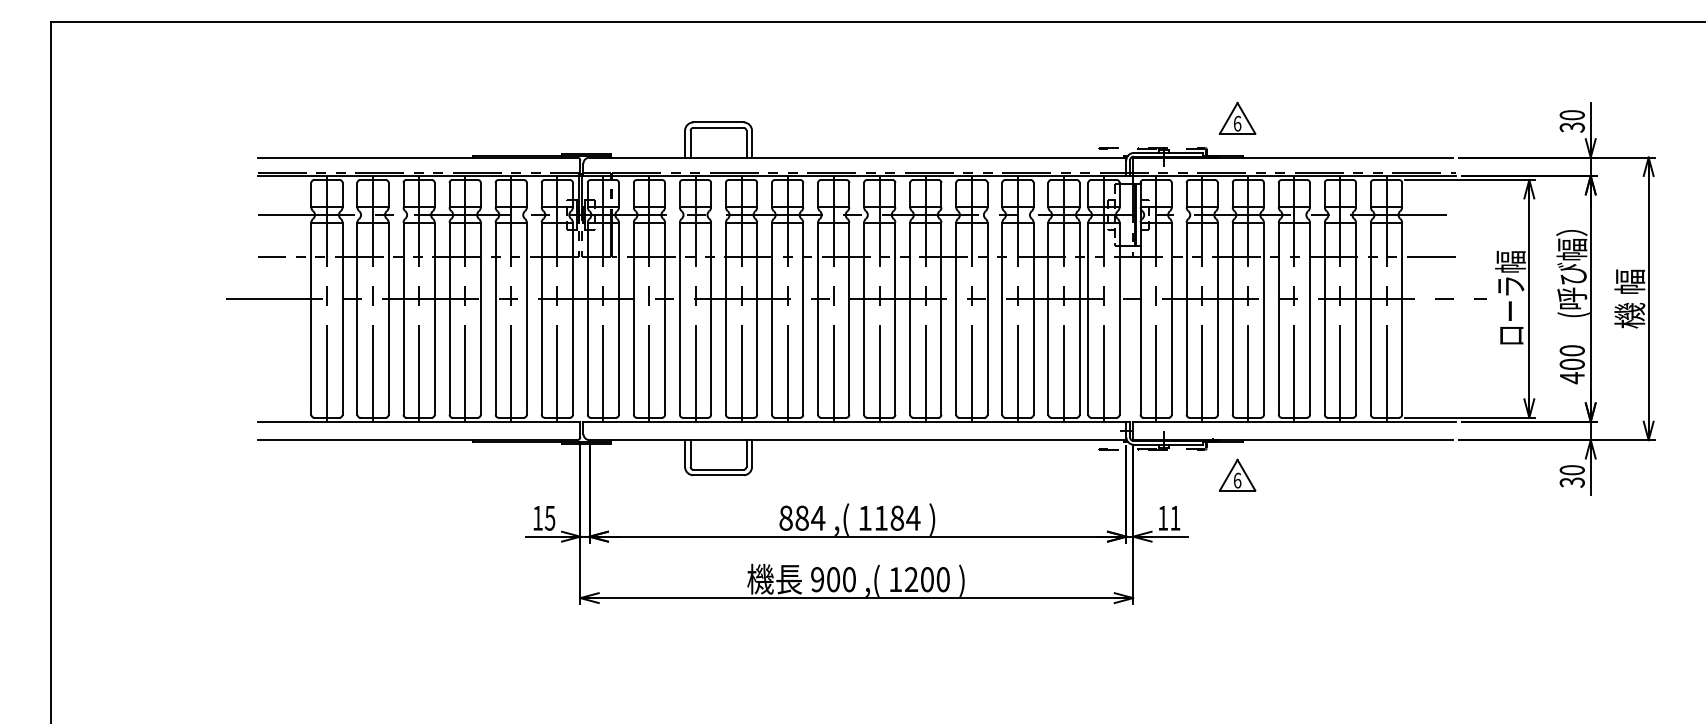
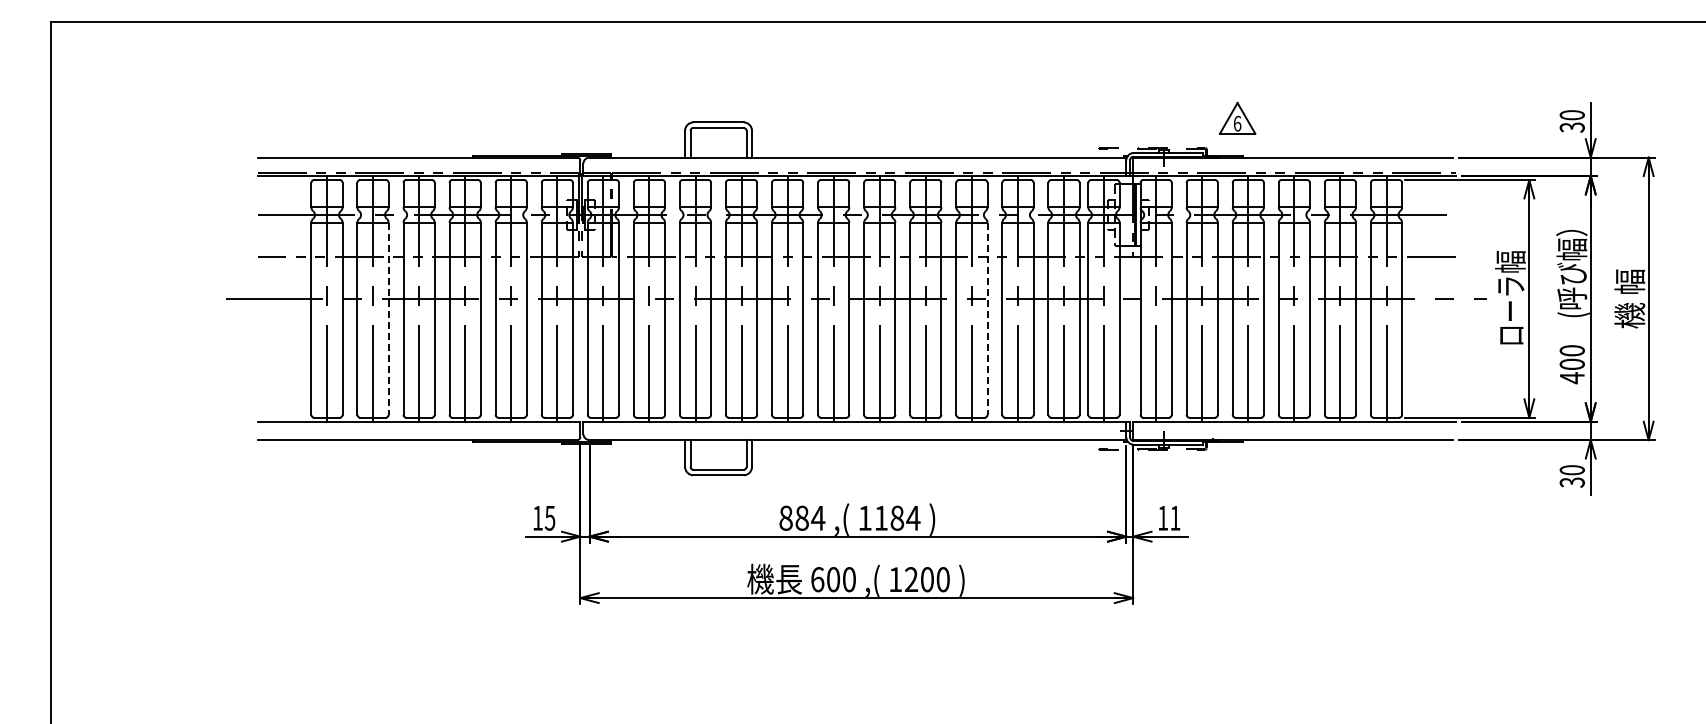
line at (388, 319): solid -> dashed
line at (987, 319): solid -> dashed
part at (1237, 474): present -> none
text at (817, 579): 900 -> 600
